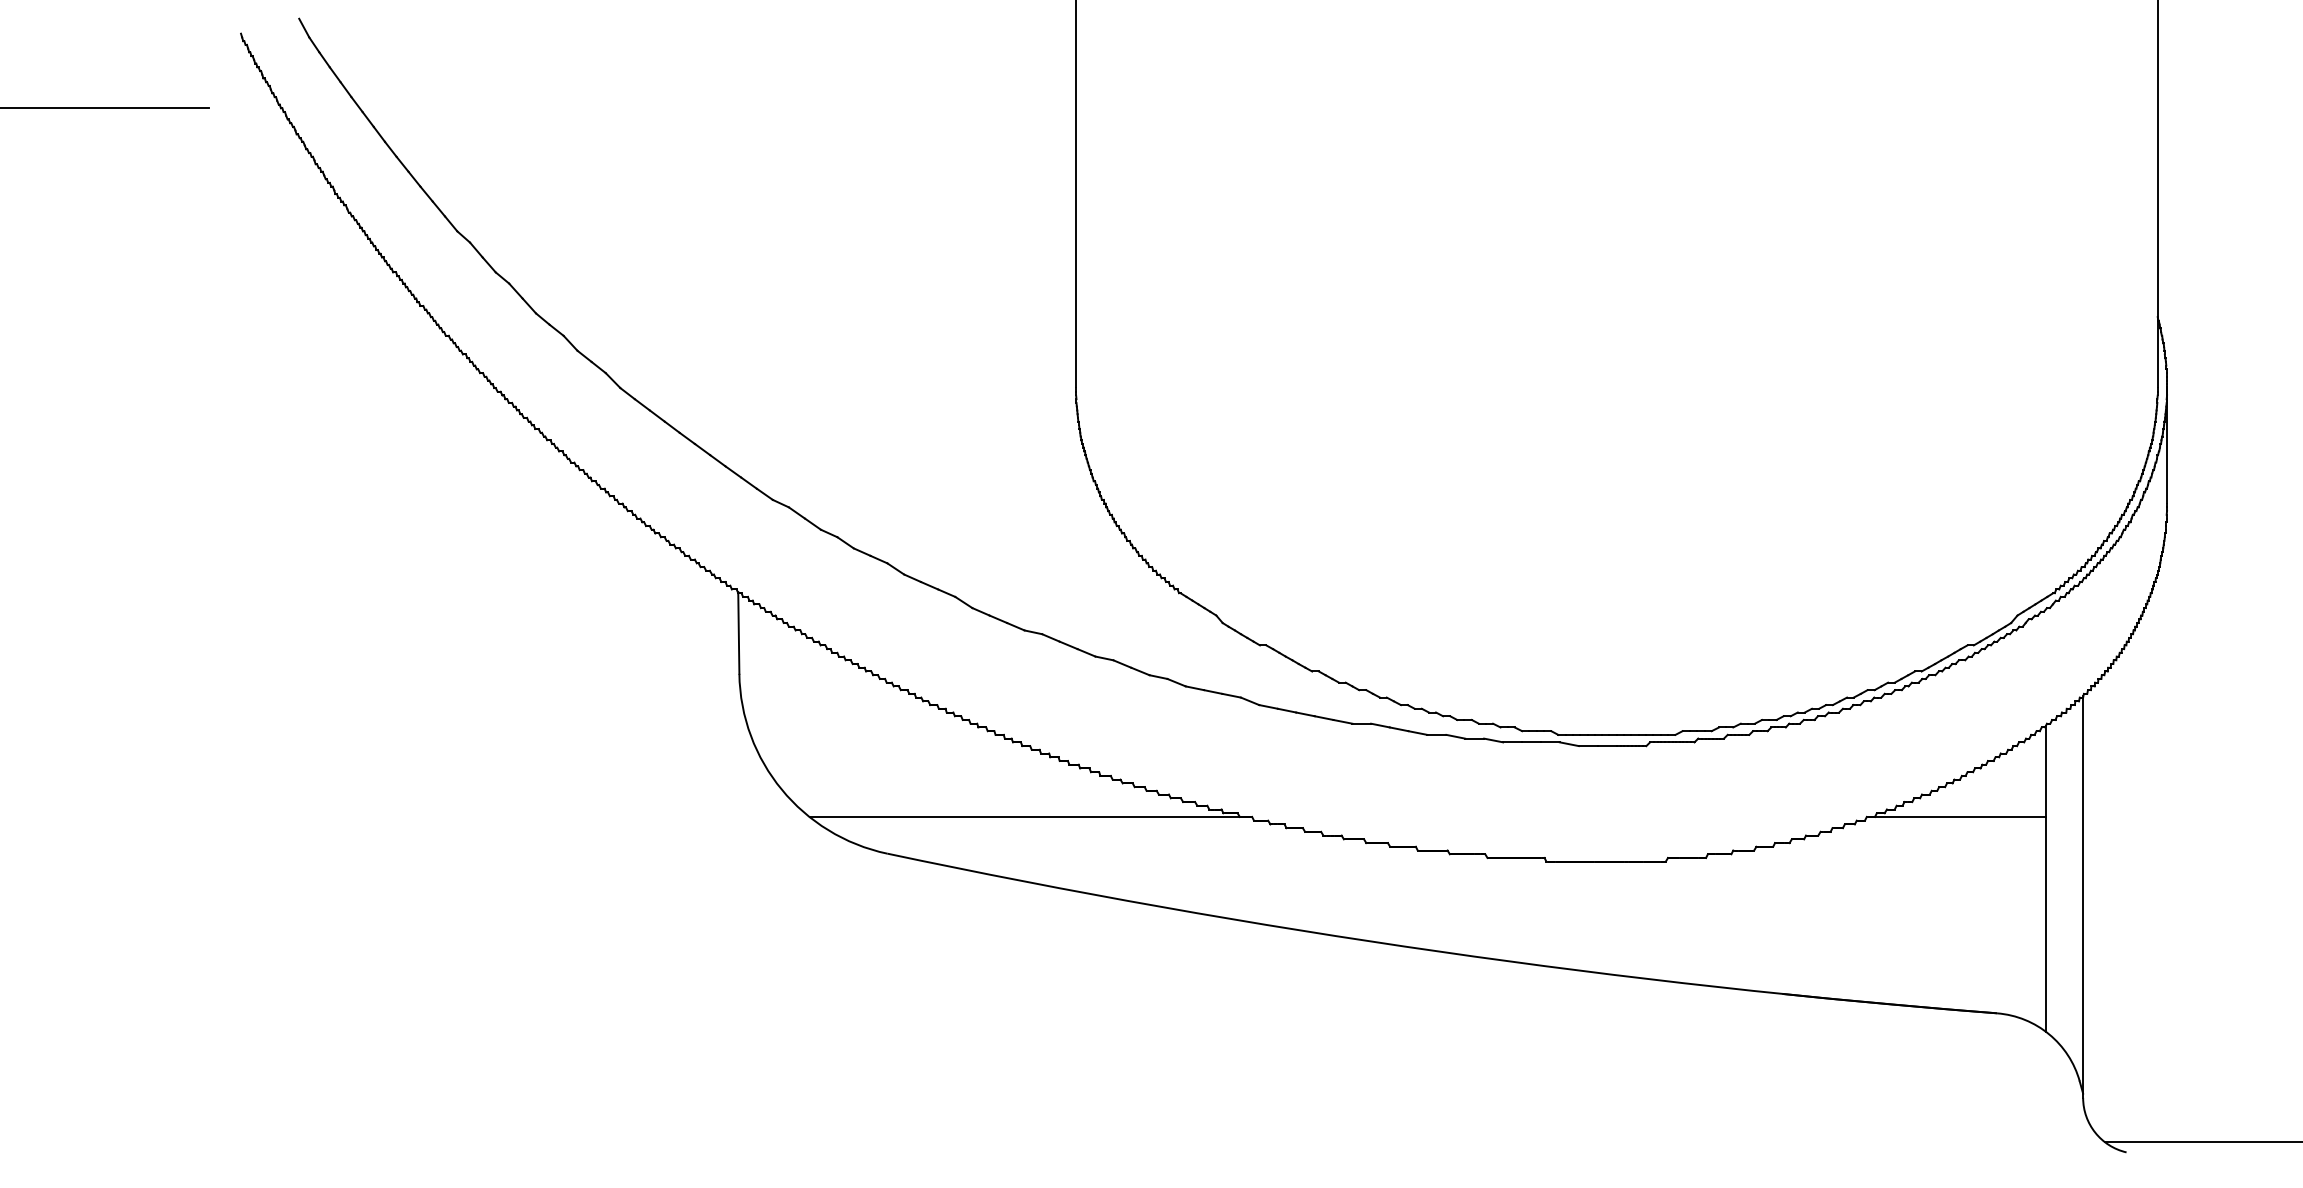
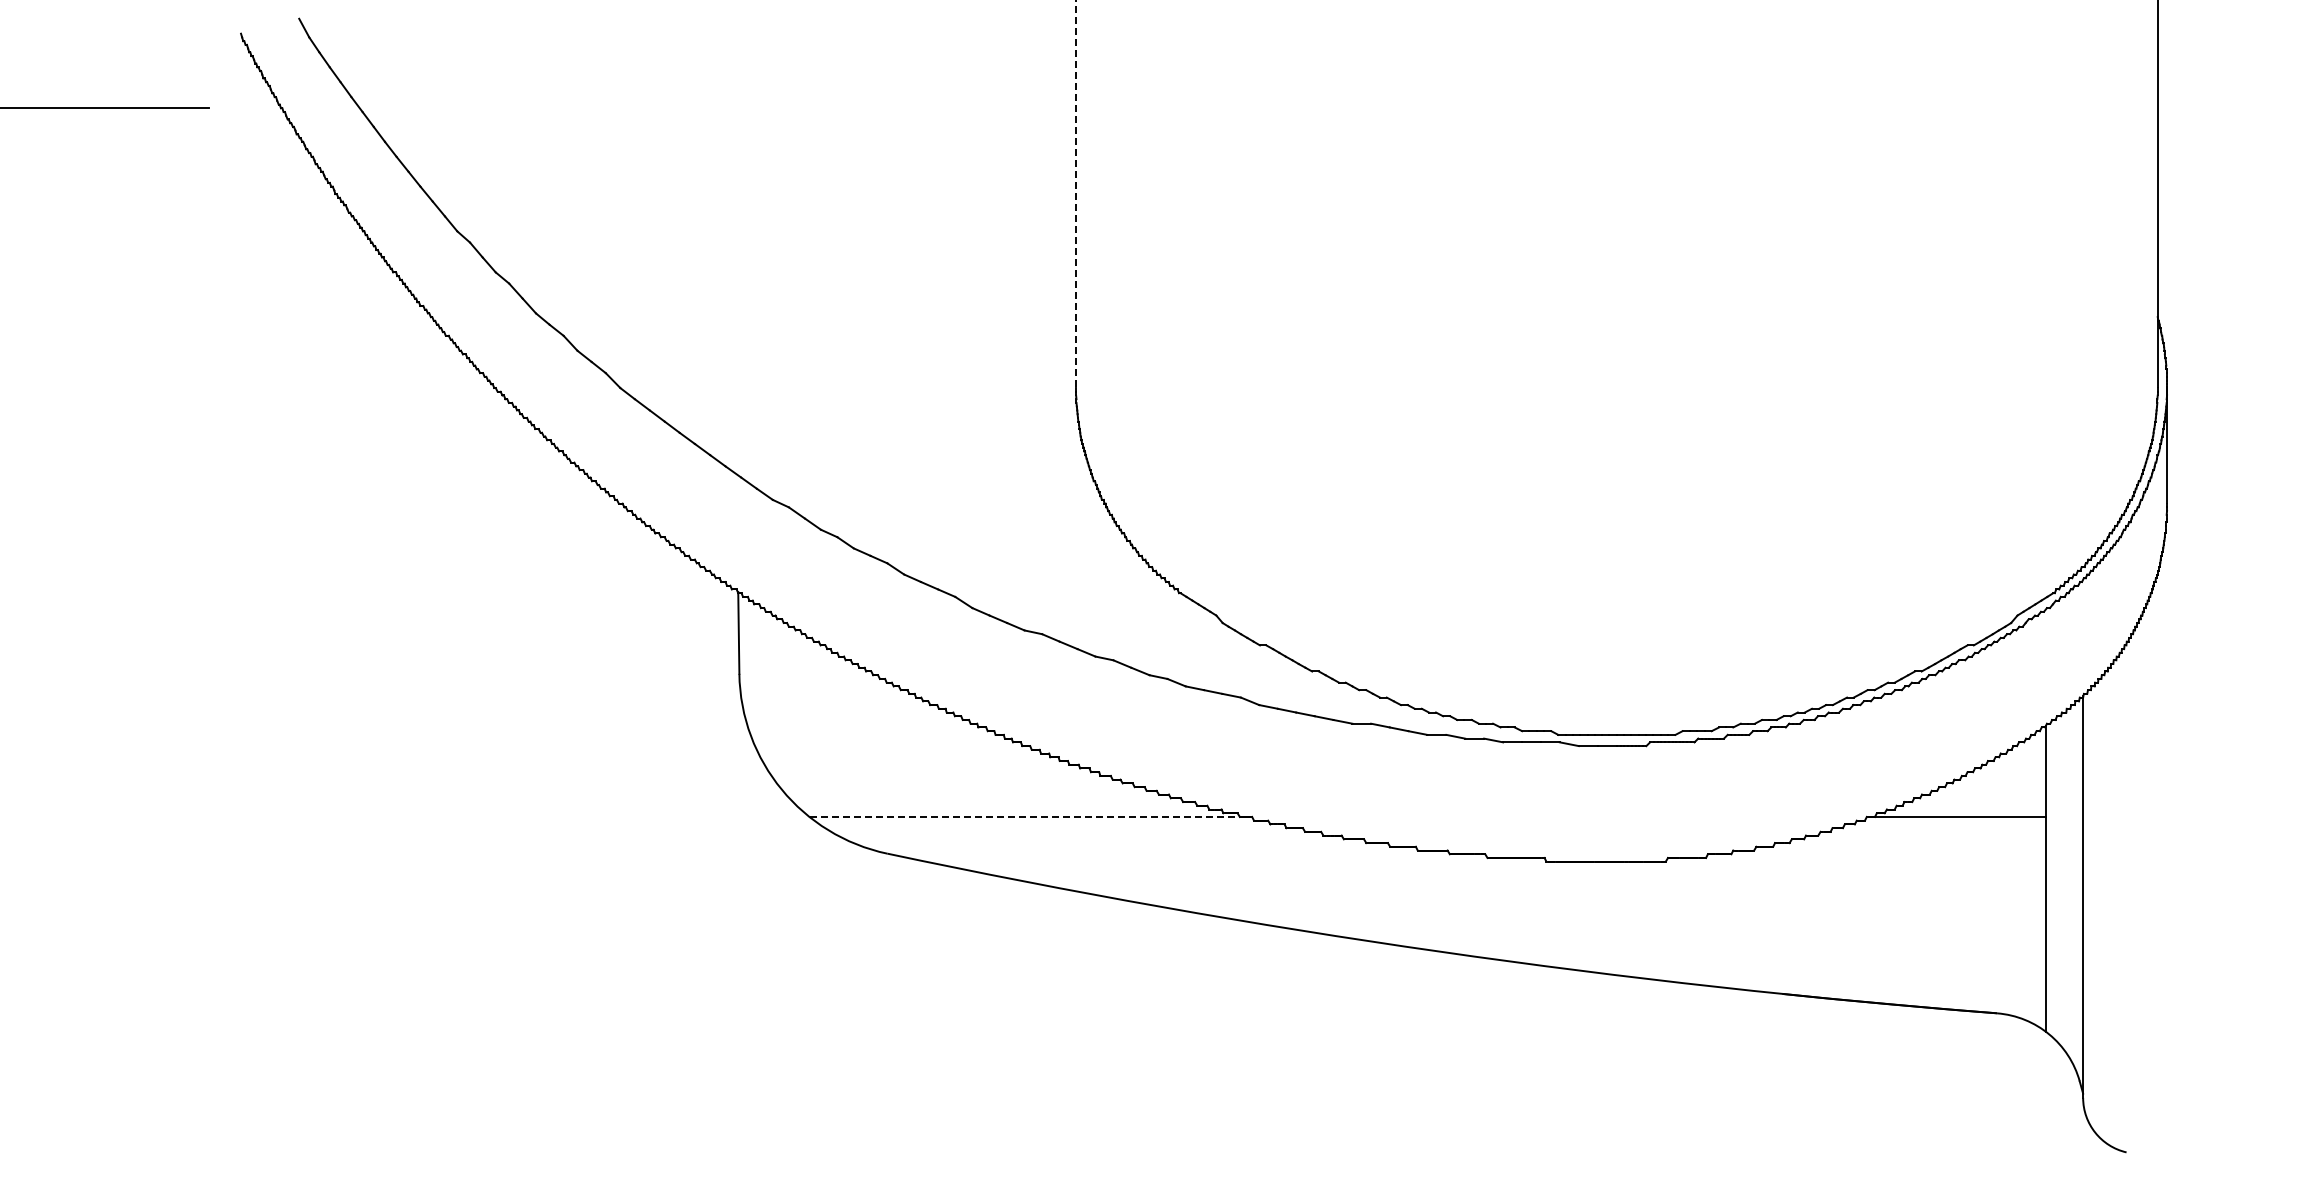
line at (1076, 192): solid -> dashed
line at (1028, 816): solid -> dashed
line at (2201, 1142): present -> none
